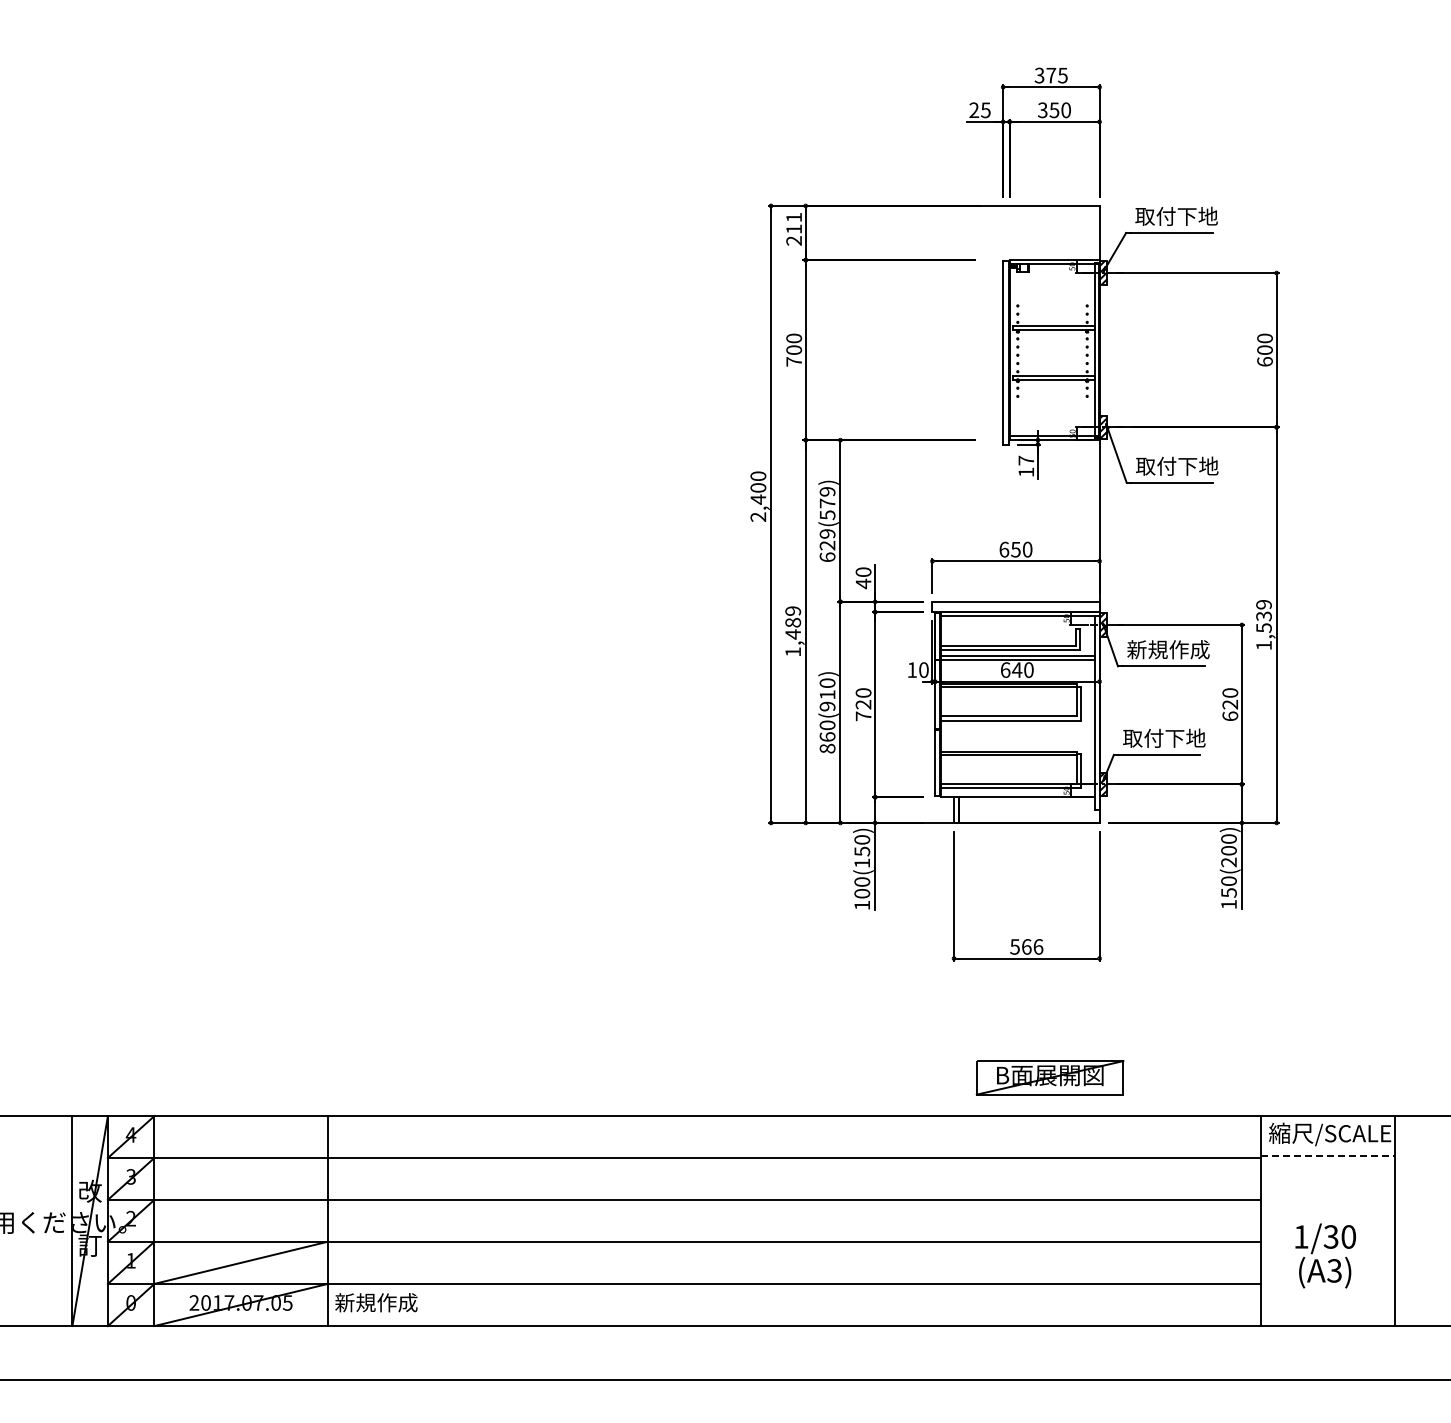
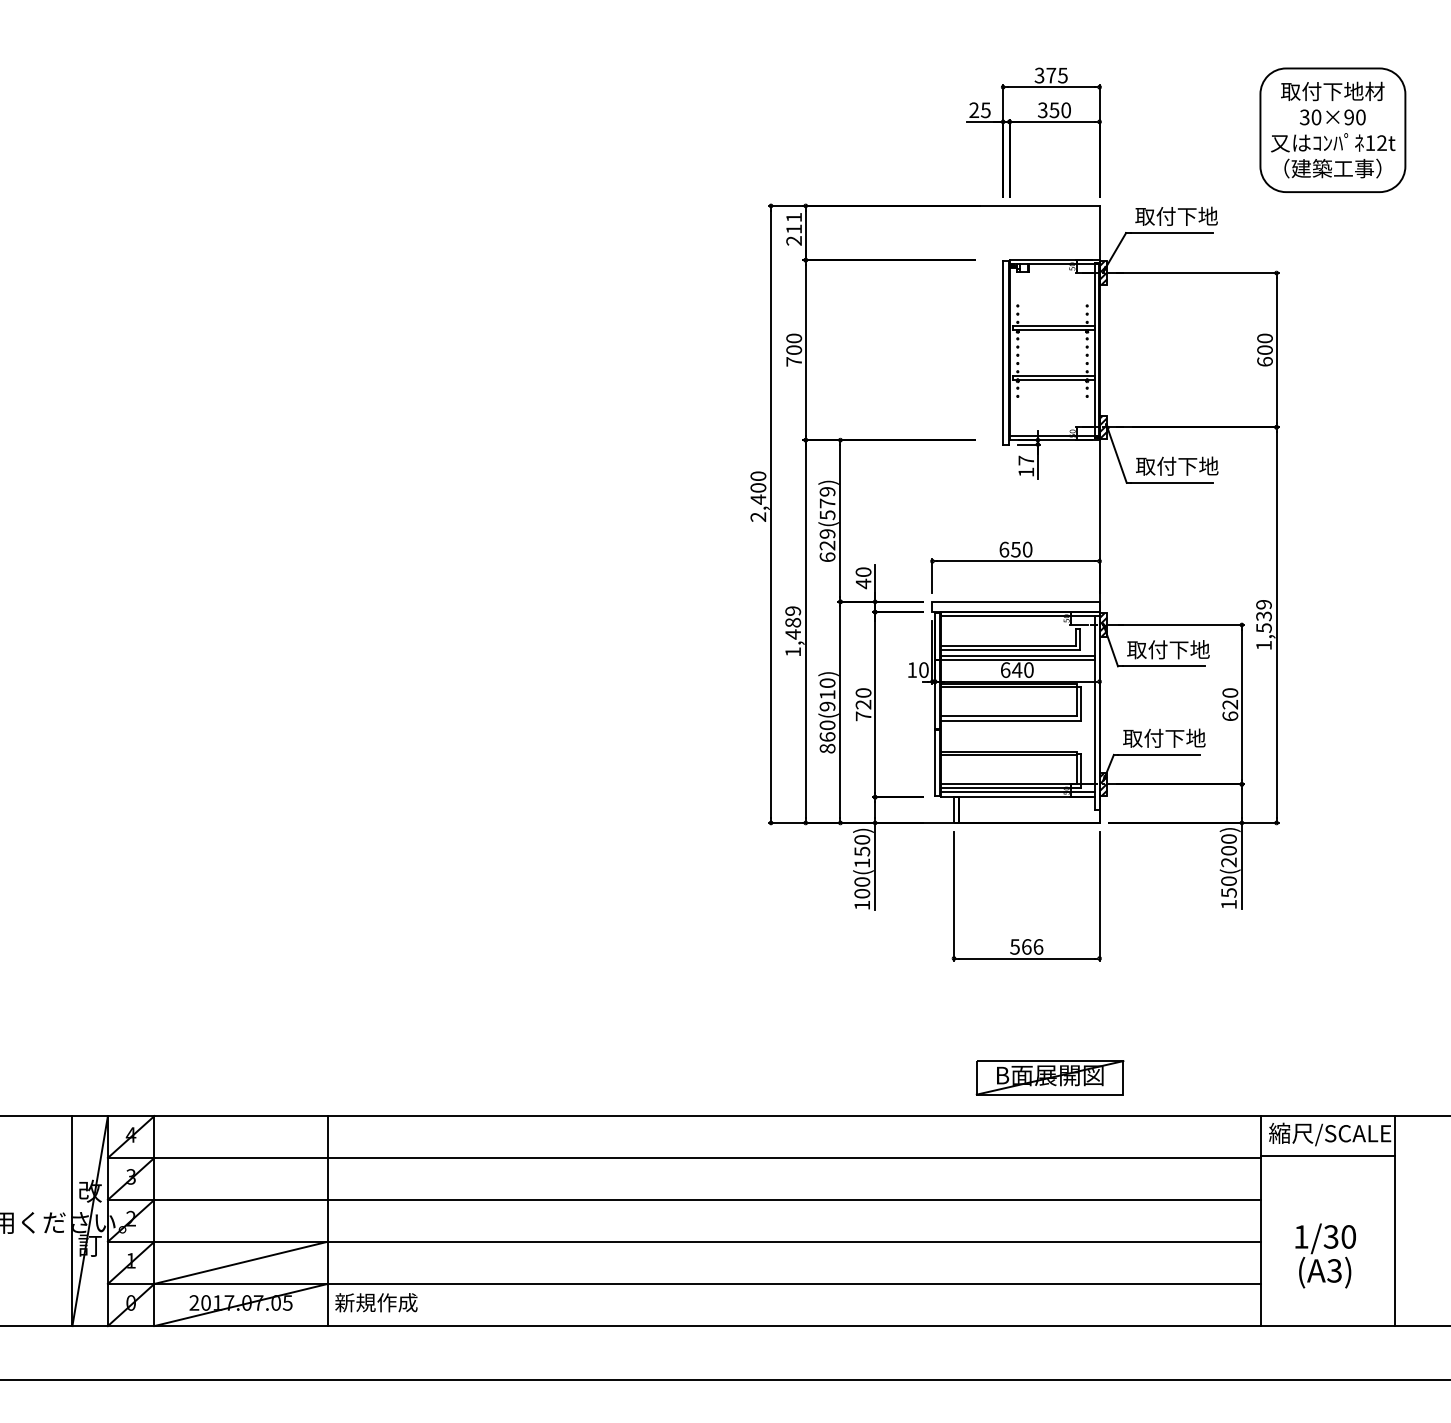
part at (1332, 129): none -> present
text at (1168, 649): 新規作成 -> 取付下地
line at (1018, 792): none -> present
line at (1328, 1155): dashed -> solid
